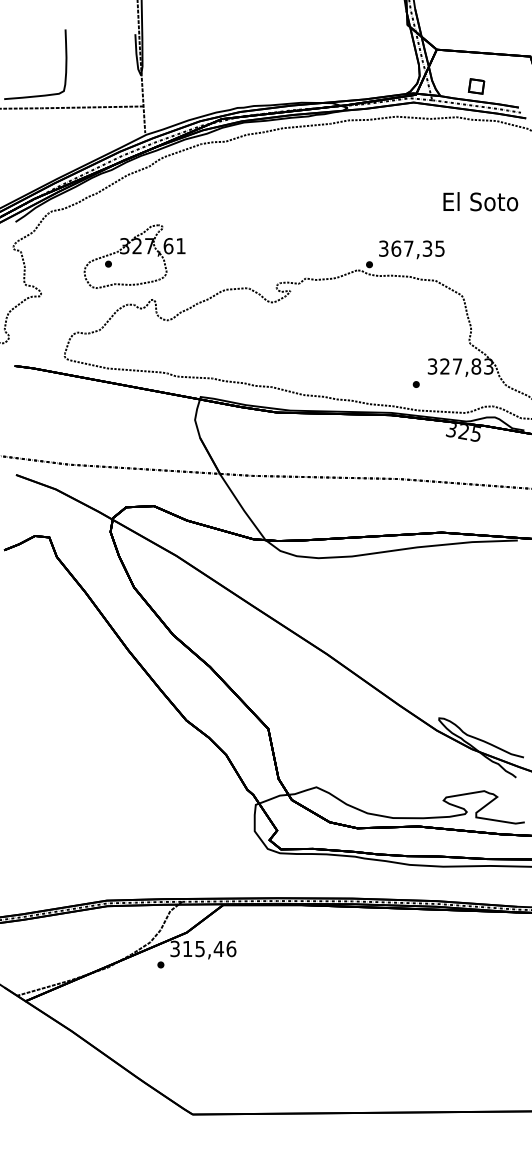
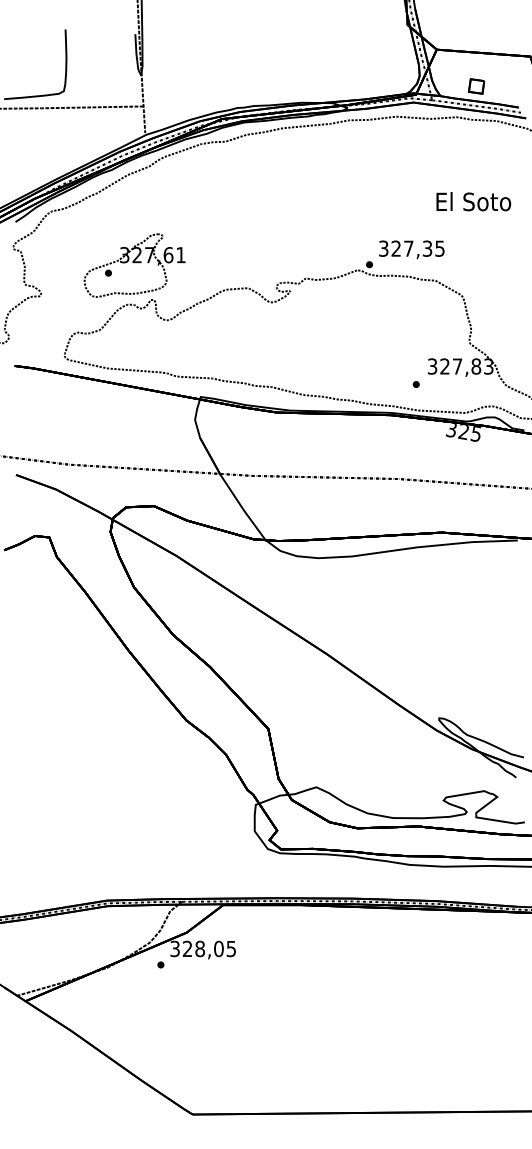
text at (480, 201) position: (480, 201) -> (473, 201)
text at (396, 248): 367,35 -> 327,35
part at (134, 256) position: (134, 256) -> (134, 265)
text at (209, 948): 315,46 -> 328,05
